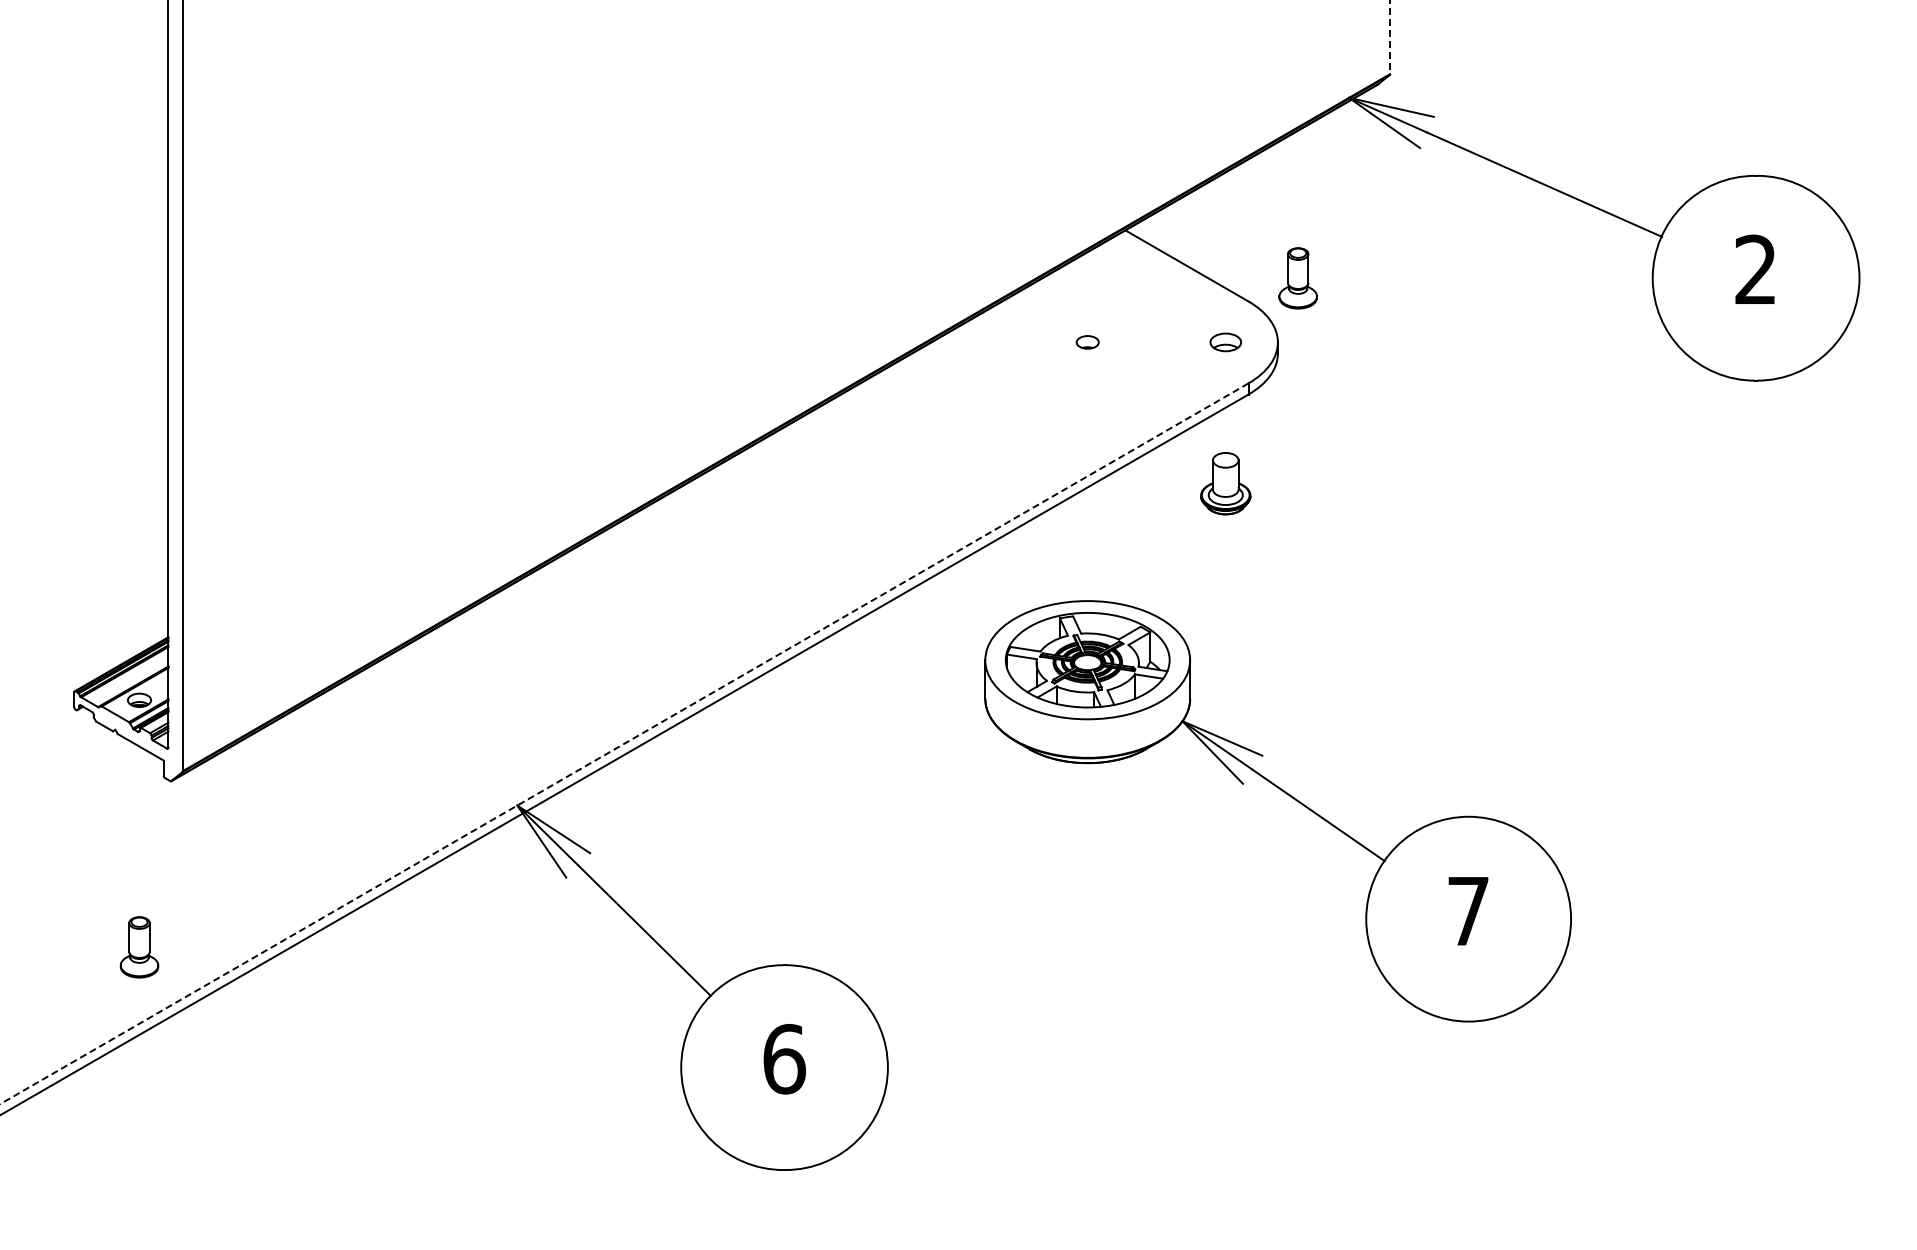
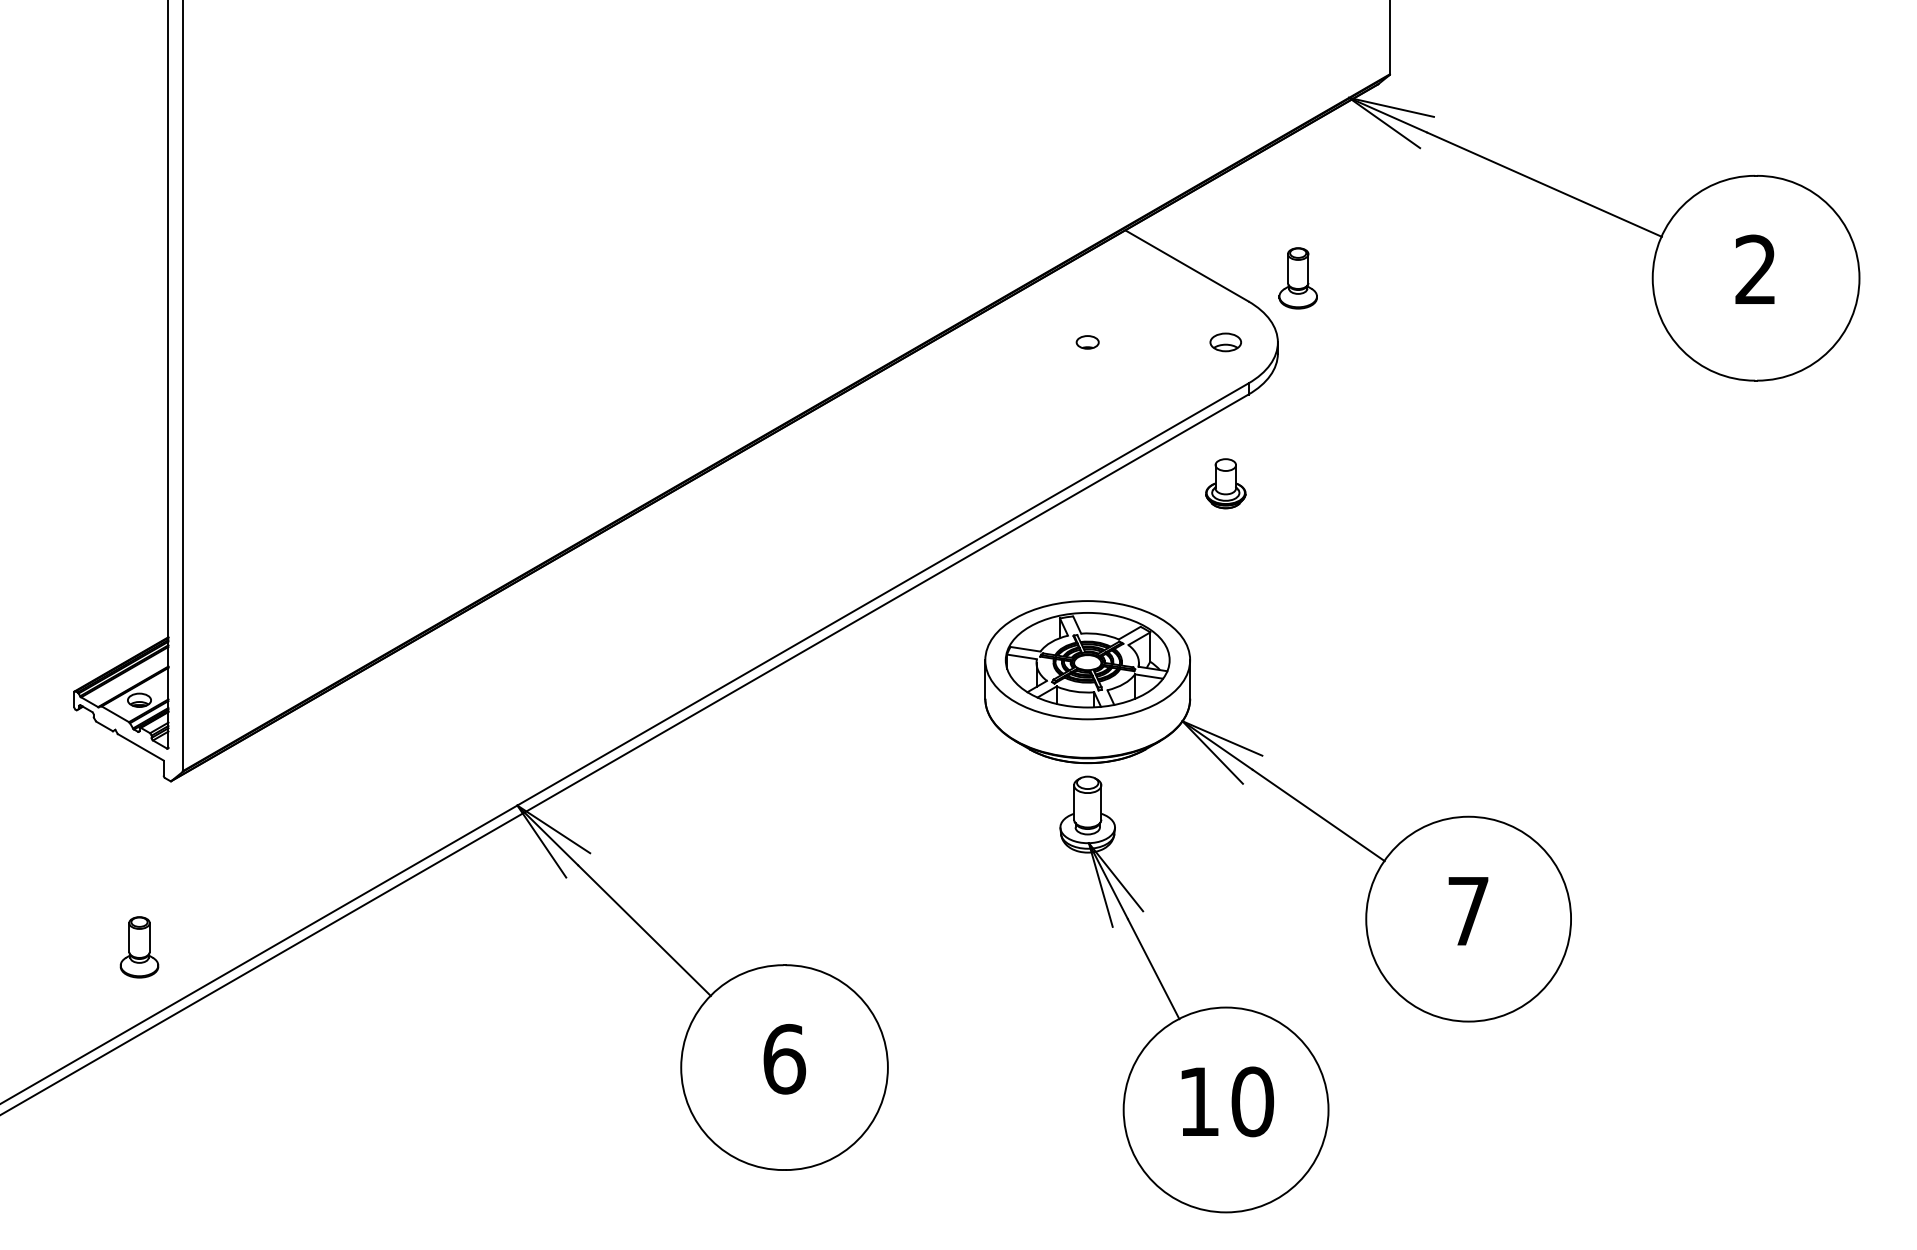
line at (1389, 37): dashed -> solid
part at (1225, 483) size: 52x64 px -> 42x52 px
line at (624, 743): dashed -> solid
part at (1200, 1009): none -> present
